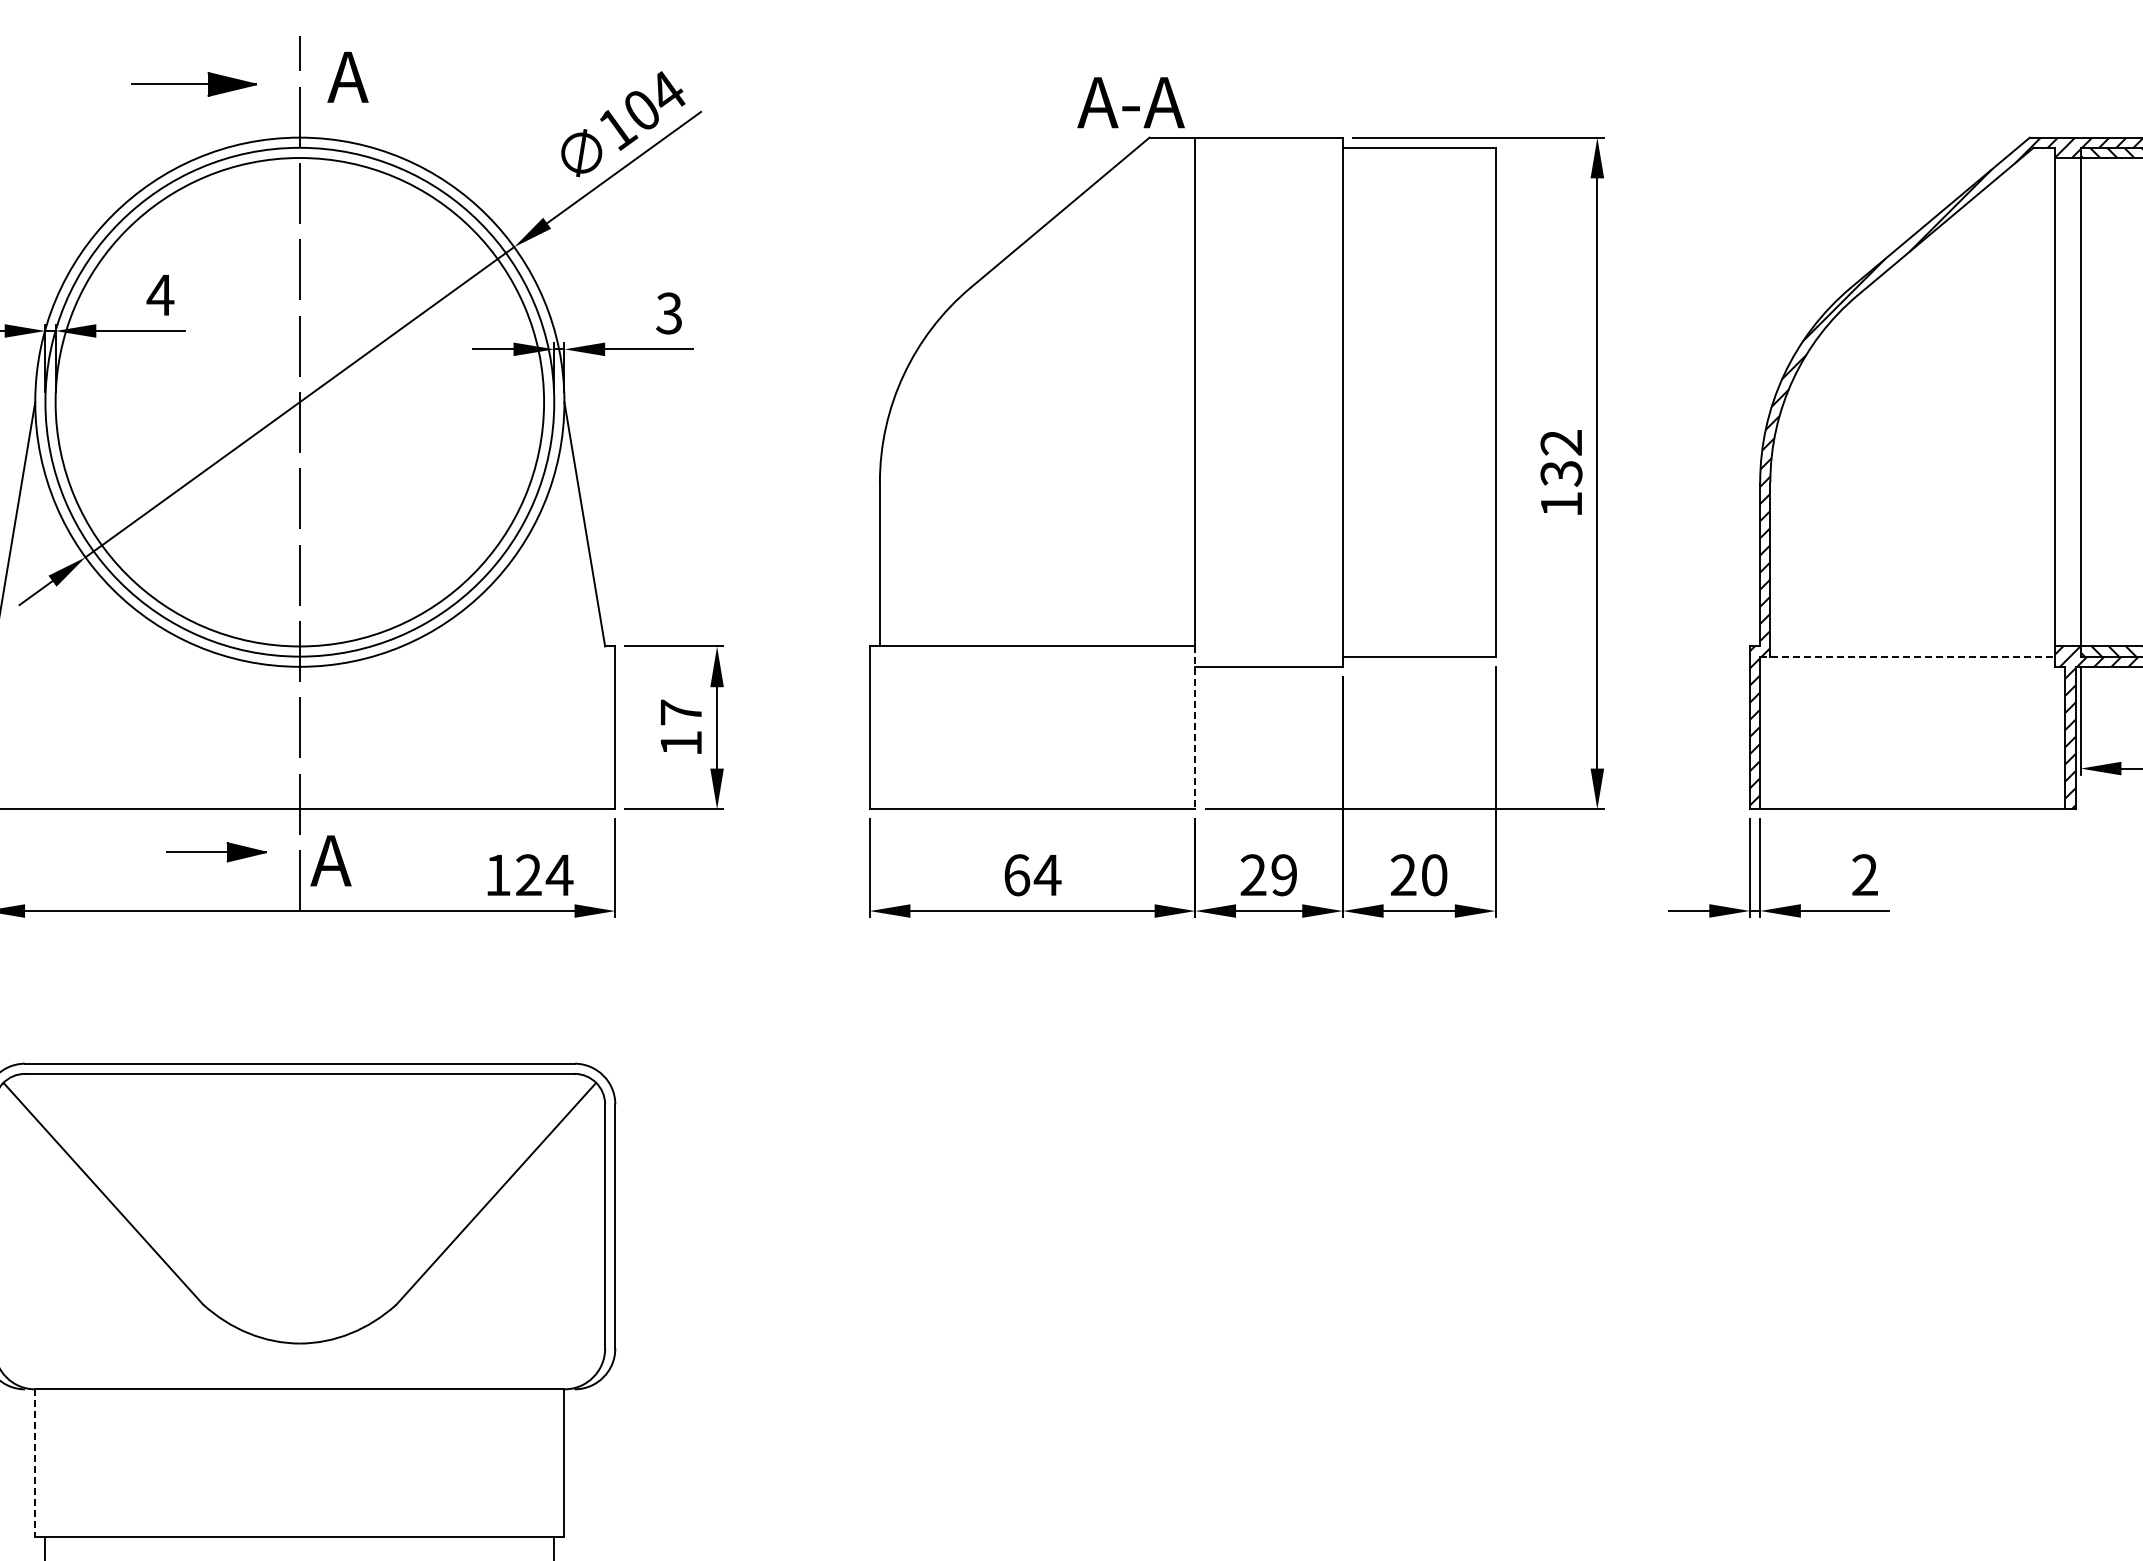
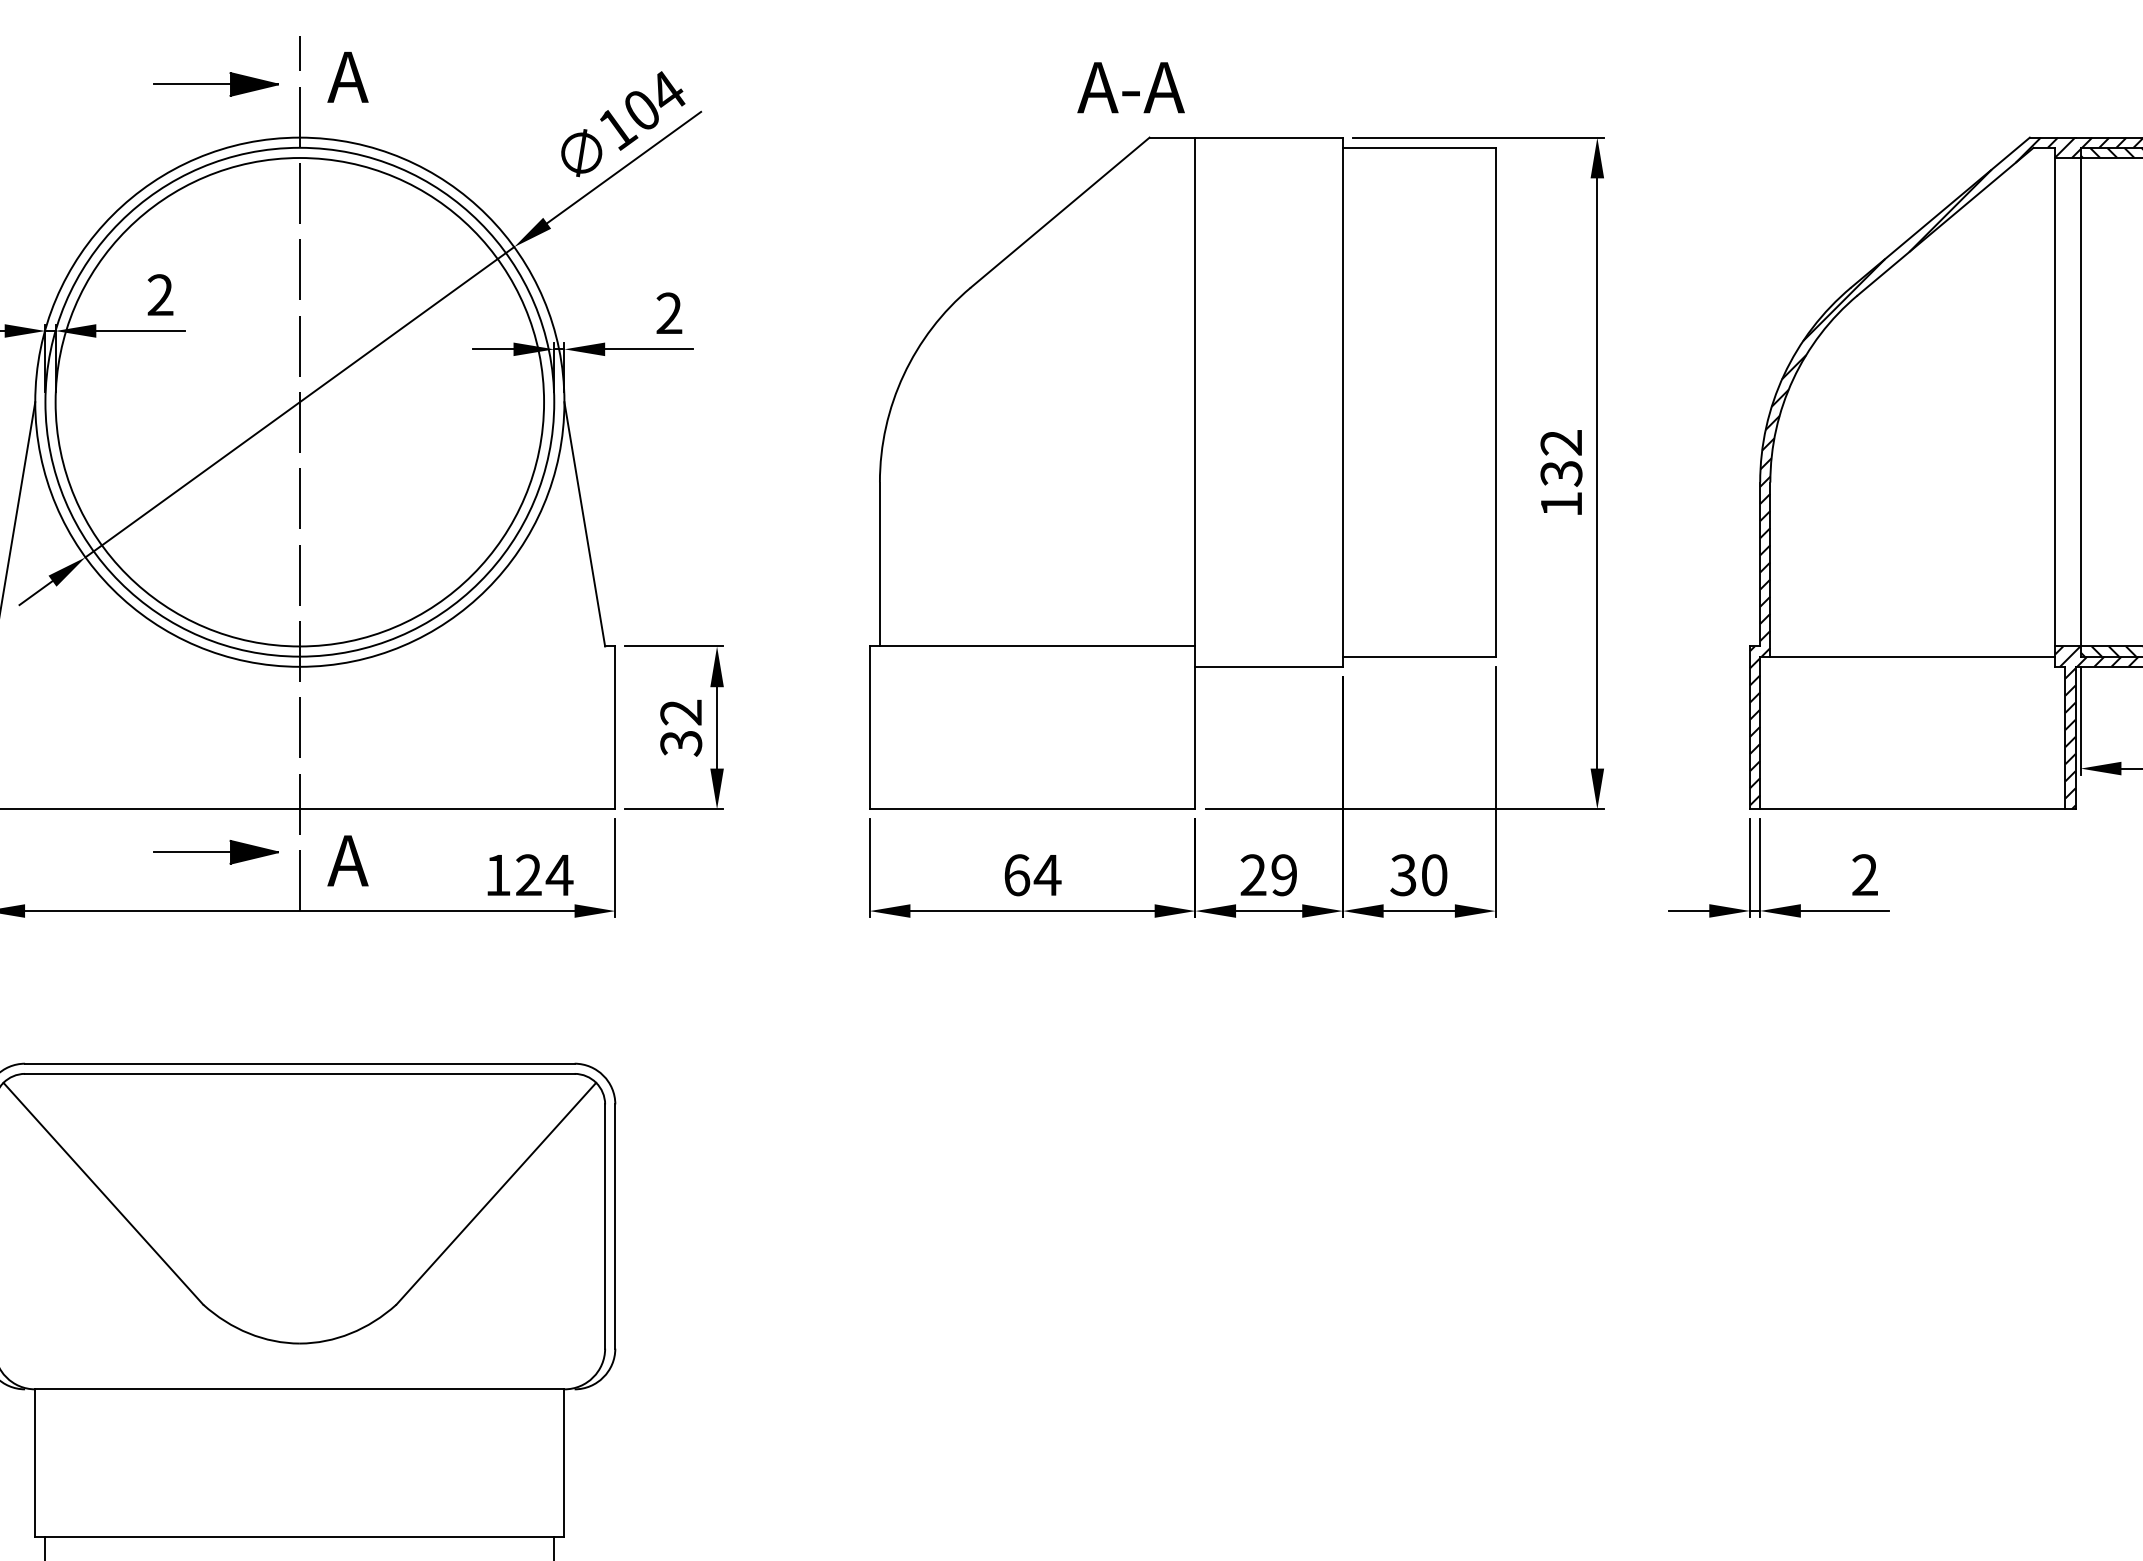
part at (193, 84) position: (193, 84) -> (215, 84)
text at (1130, 102) position: (1130, 102) -> (1130, 87)
text at (160, 294): 4 -> 2
text at (669, 313): 3 -> 2
line at (1907, 656): dashed -> solid
text at (681, 727): 17 -> 32
line at (1195, 728): dashed -> solid
part at (216, 852) size: 101x21 px -> 126x25 px
text at (330, 860) position: (330, 860) -> (347, 860)
text at (1403, 875): 20 -> 30
line at (35, 1463): dashed -> solid
